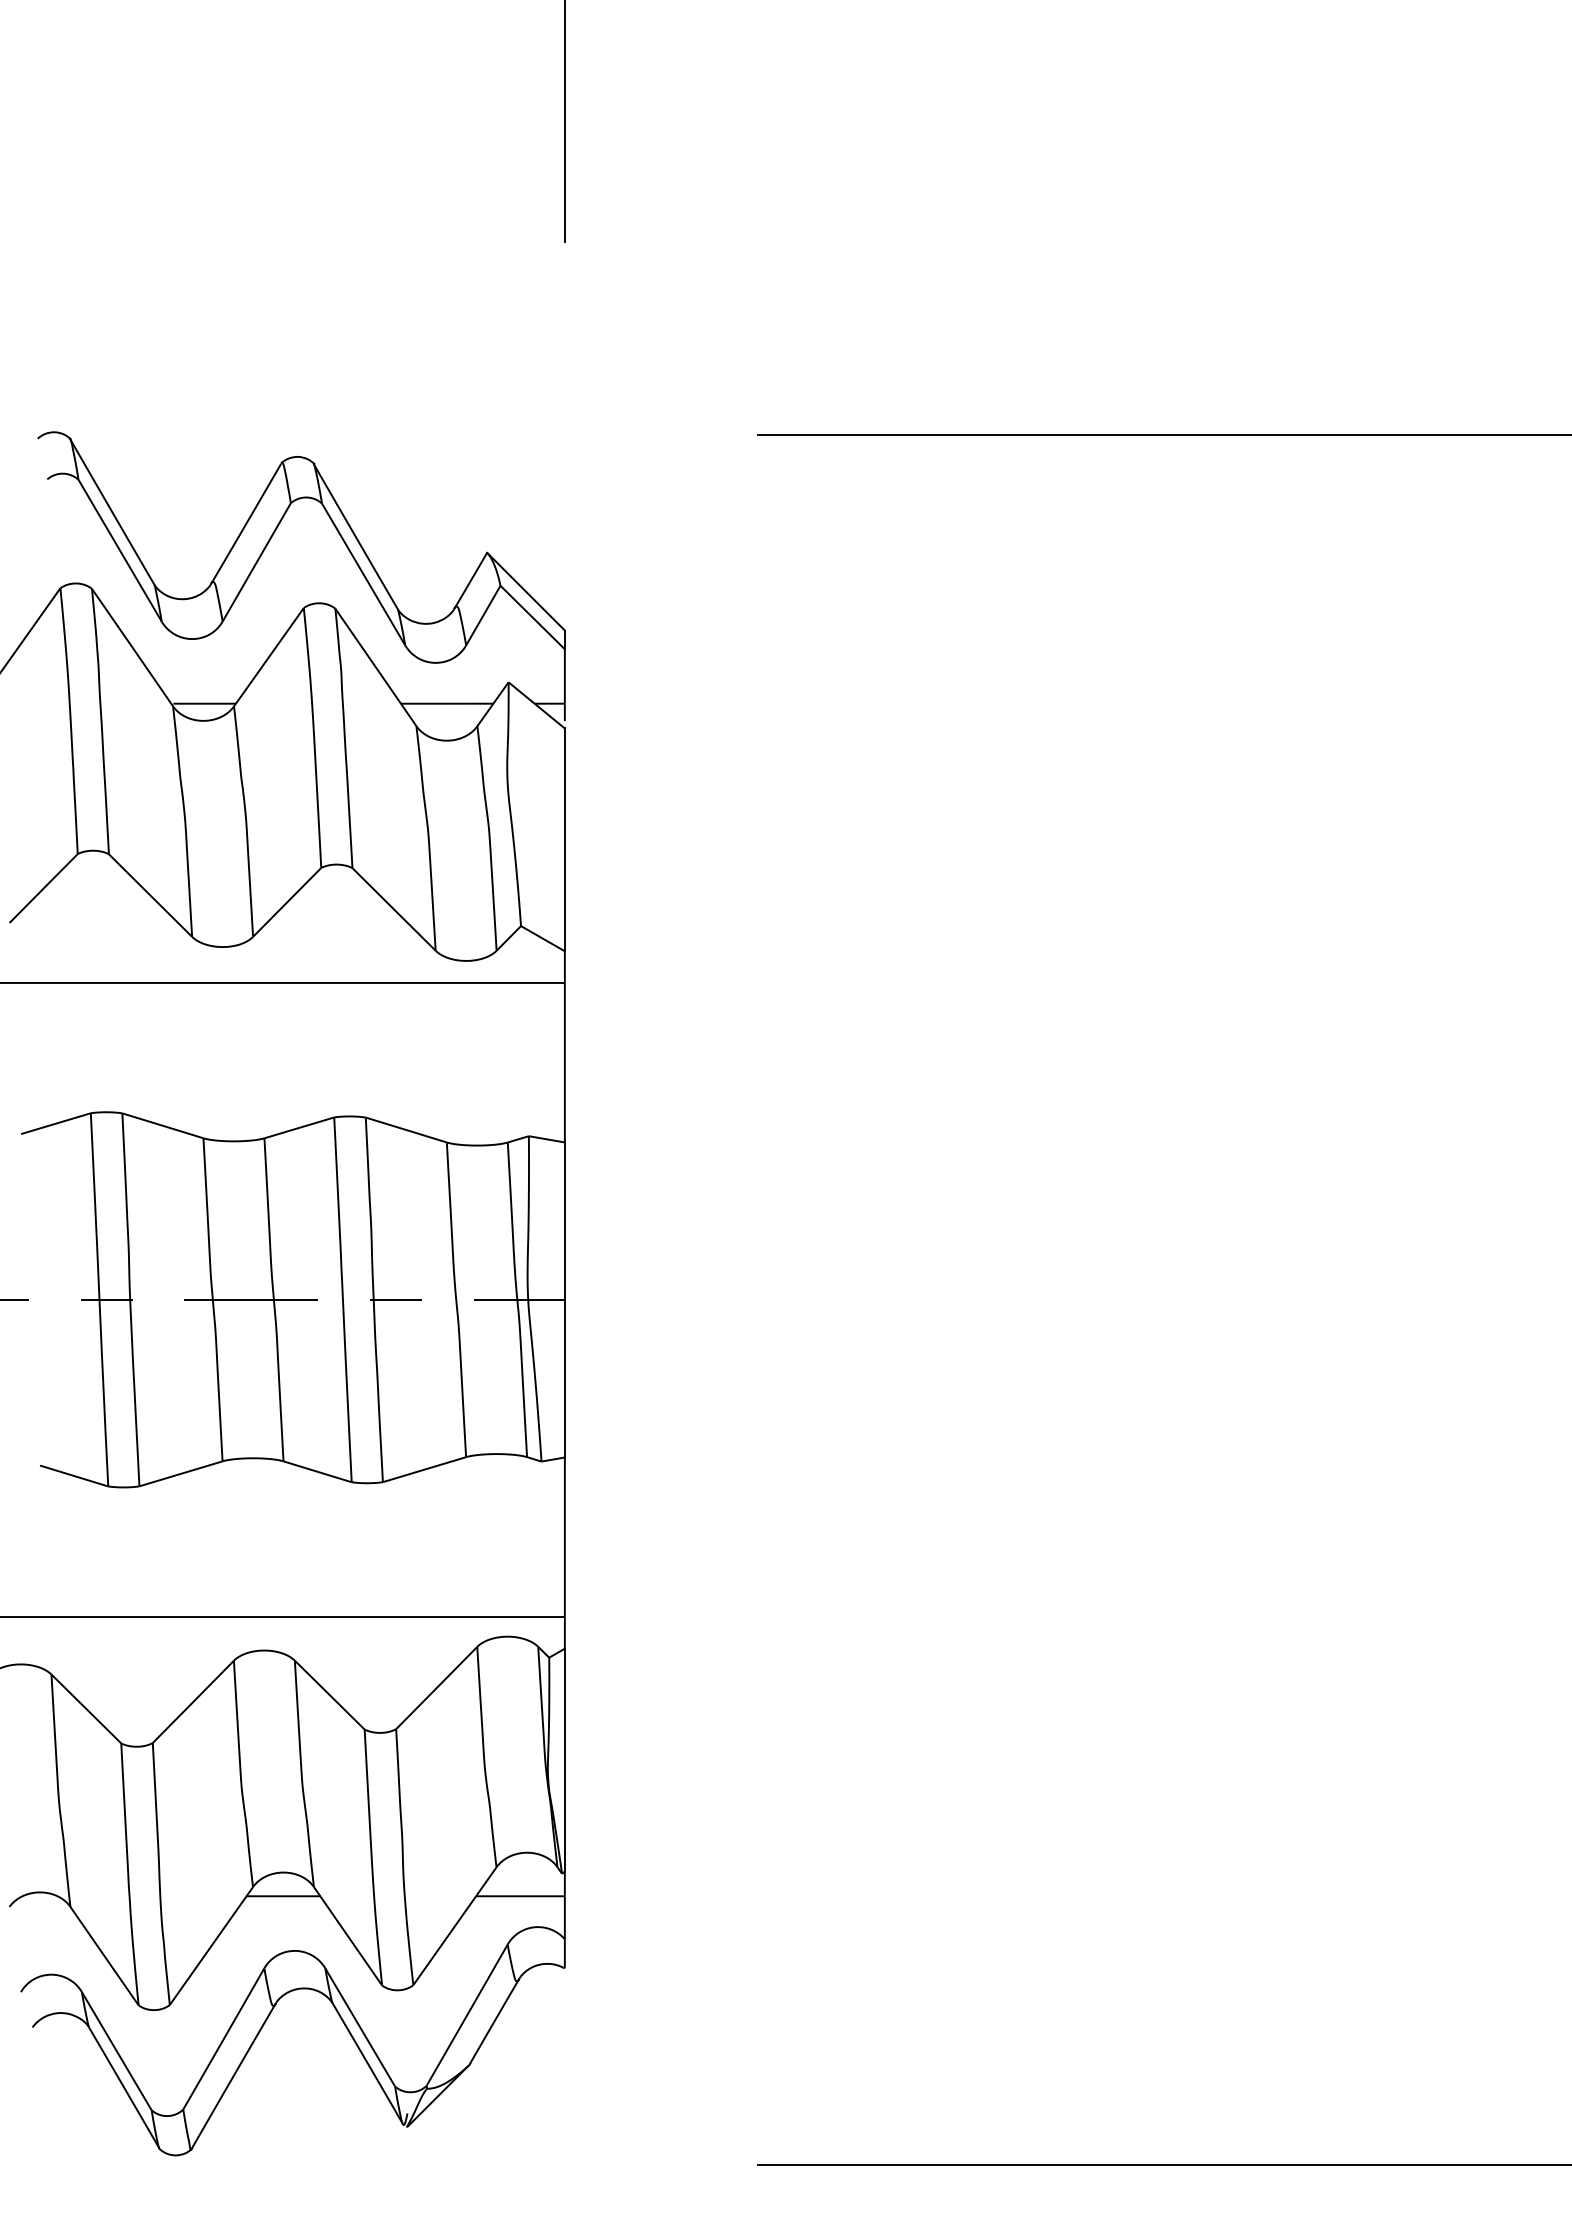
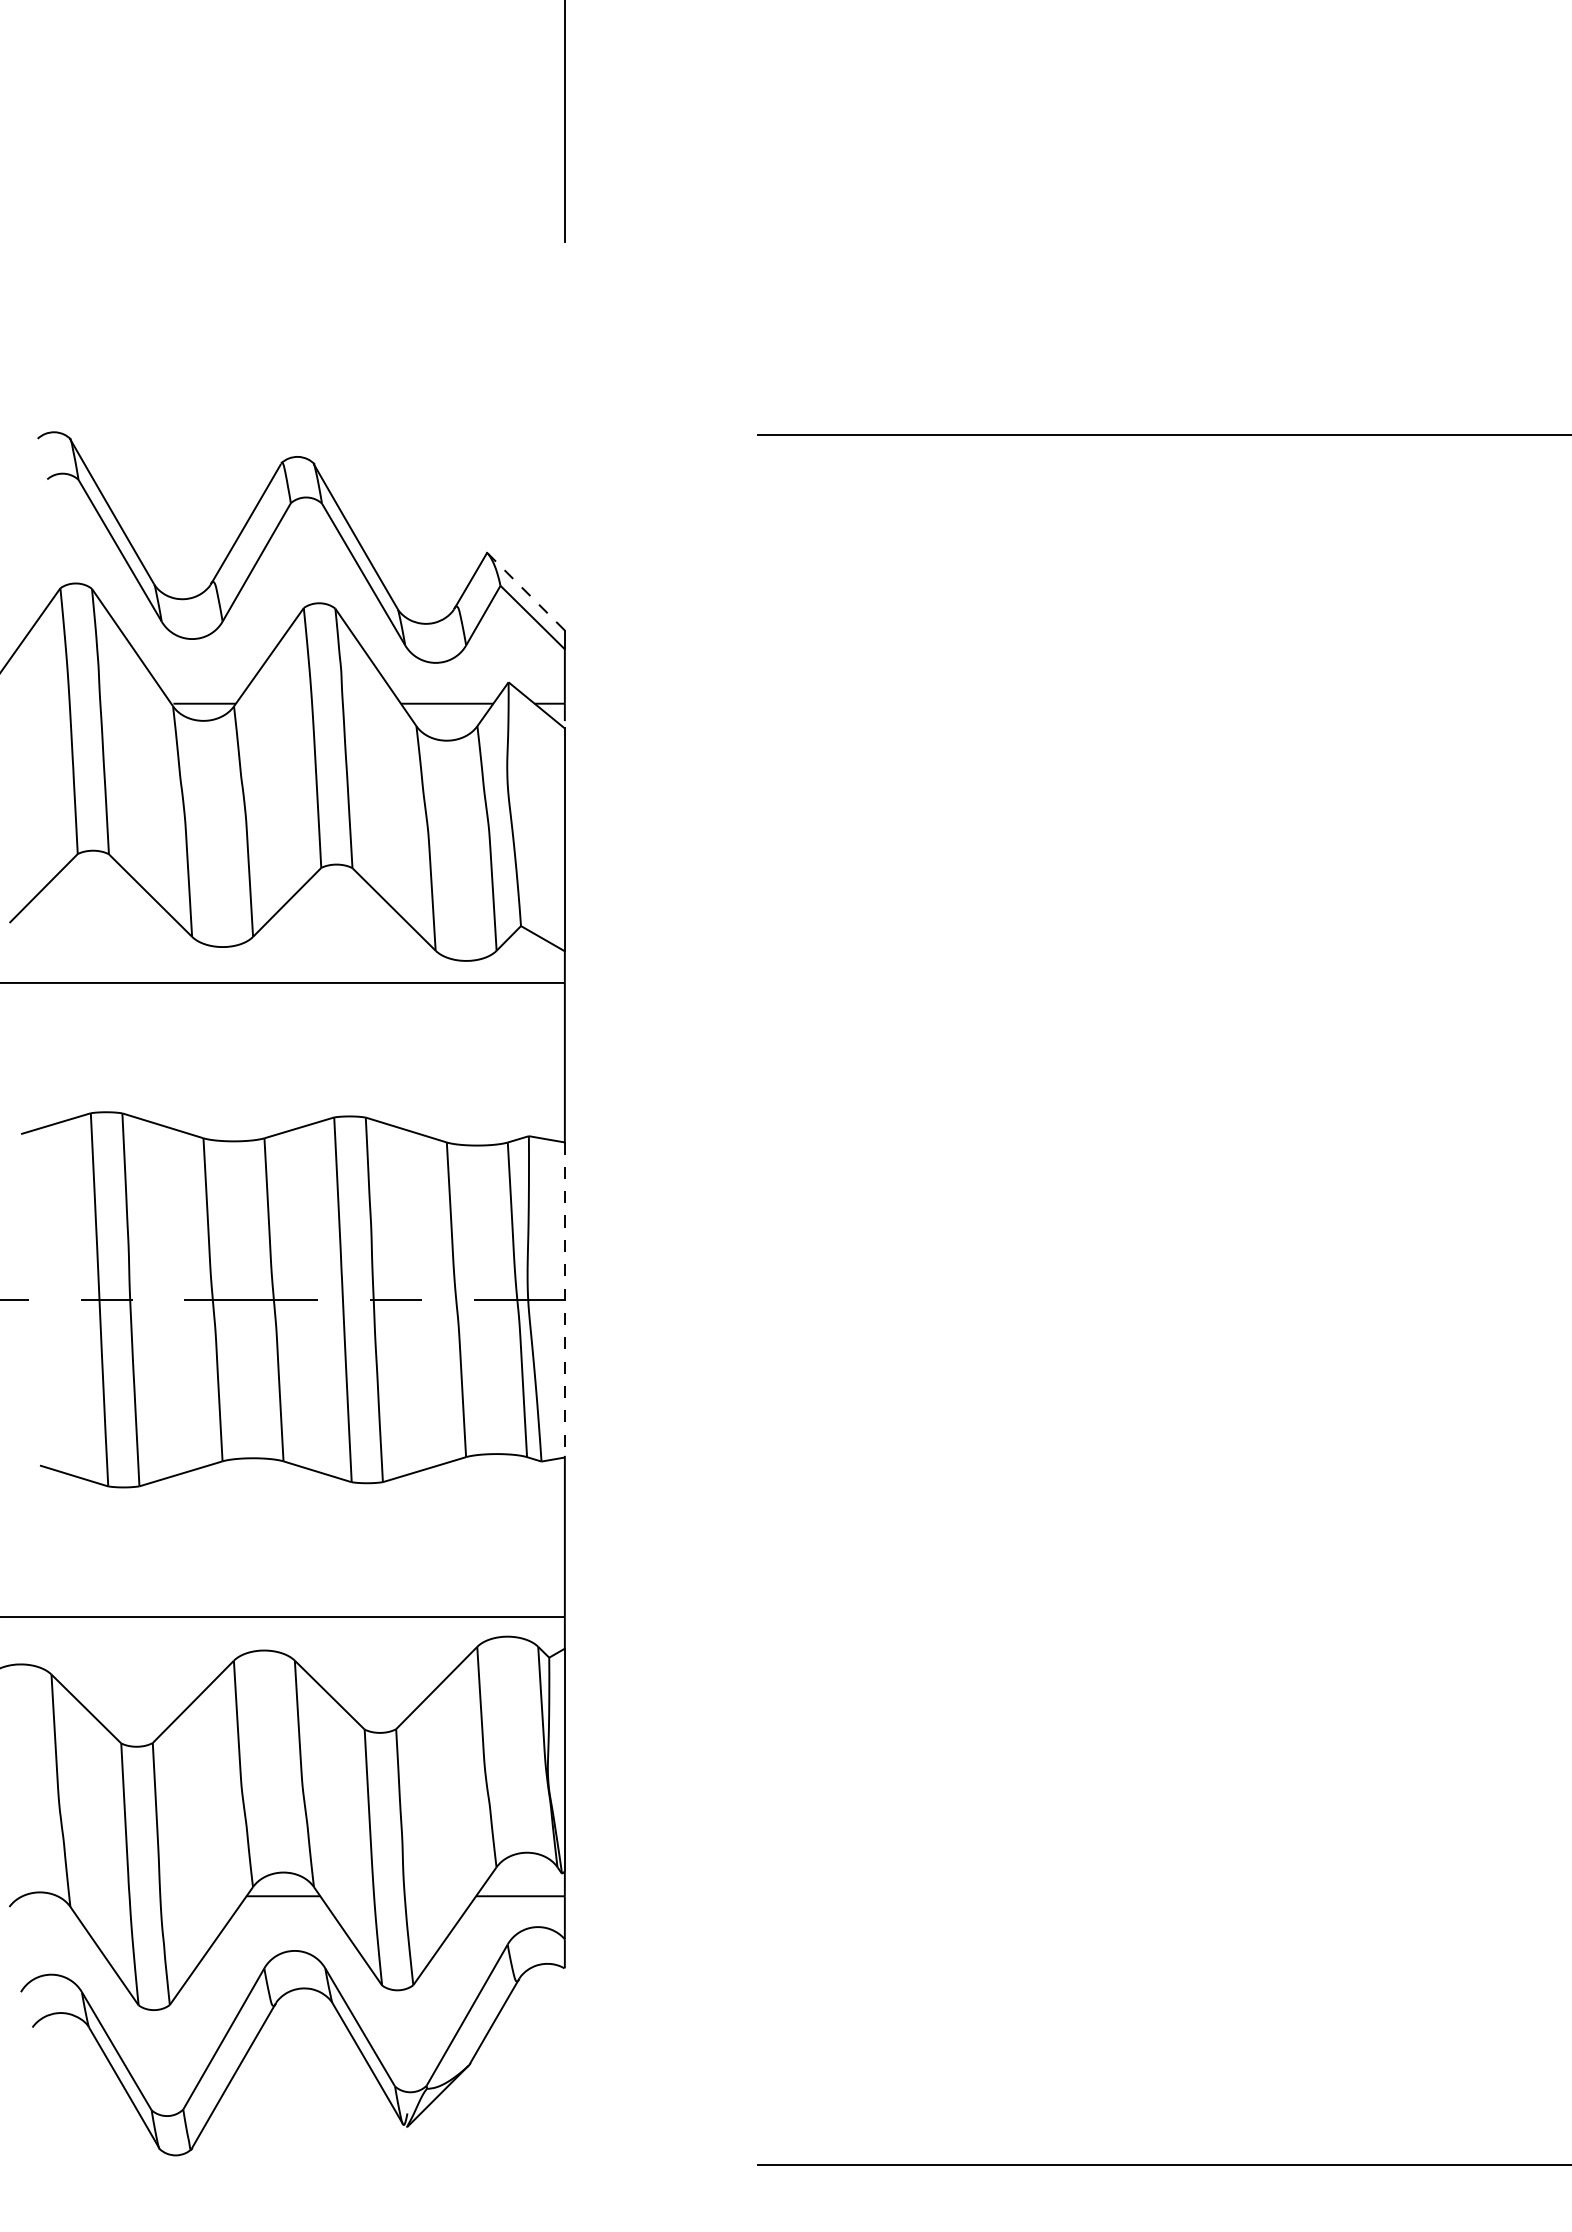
line at (526, 591): solid -> dashed
line at (564, 1299): solid -> dashed
